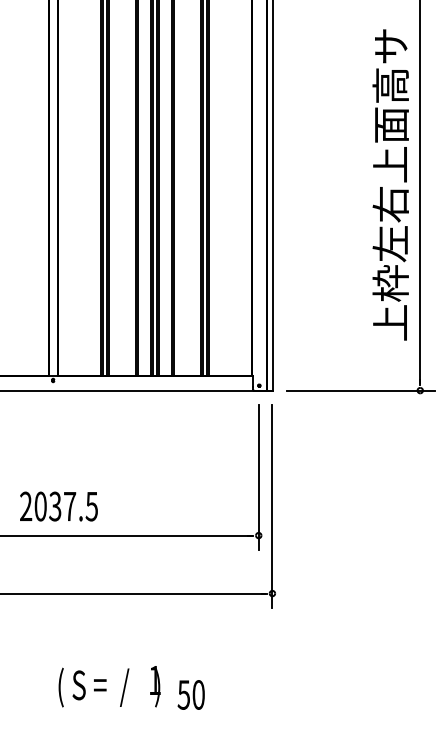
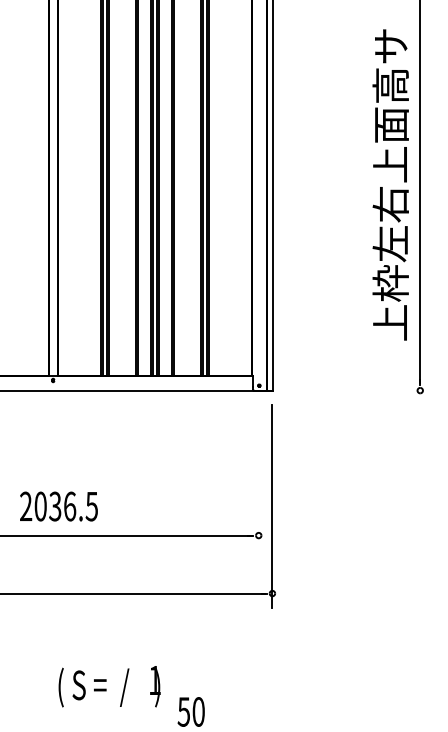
line at (360, 390): present -> none
line at (258, 477): present -> none
text at (70, 506): 2037.5 -> 2036.5
text at (190, 694) position: (190, 694) -> (190, 711)
